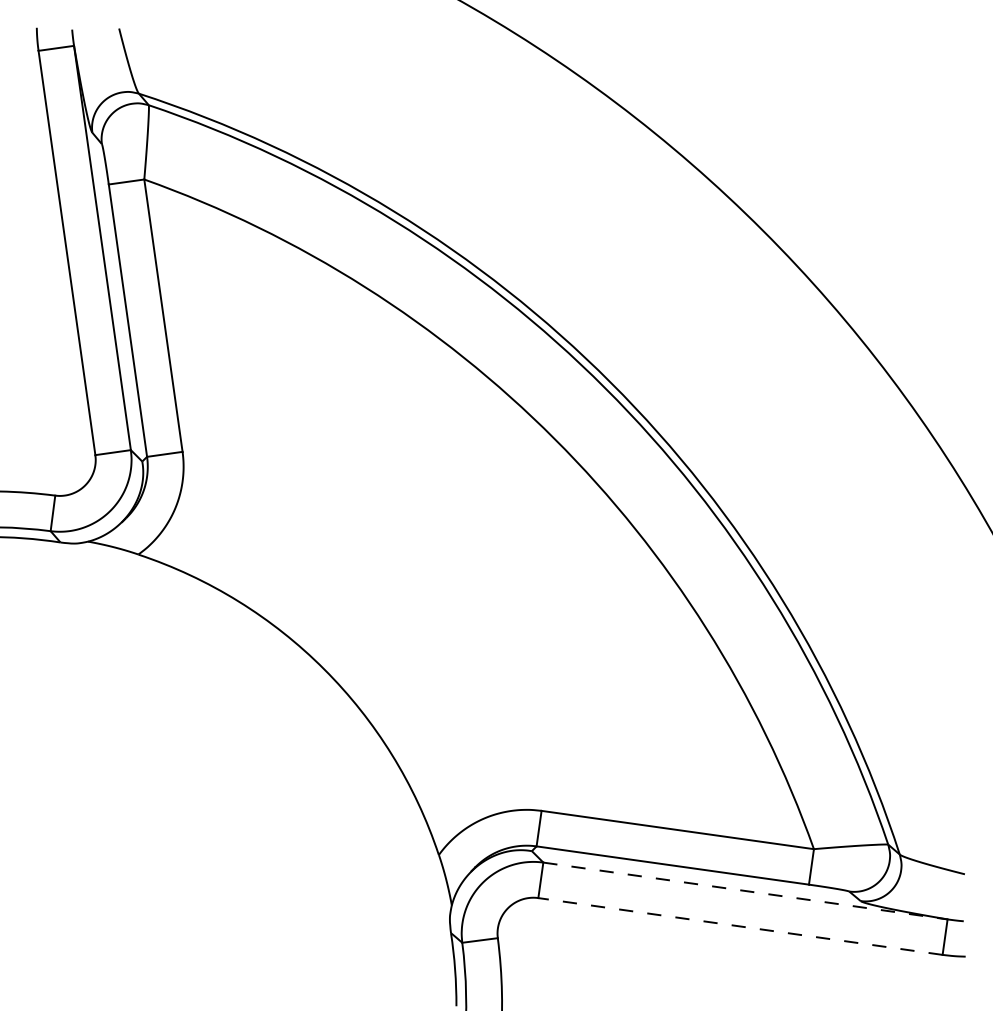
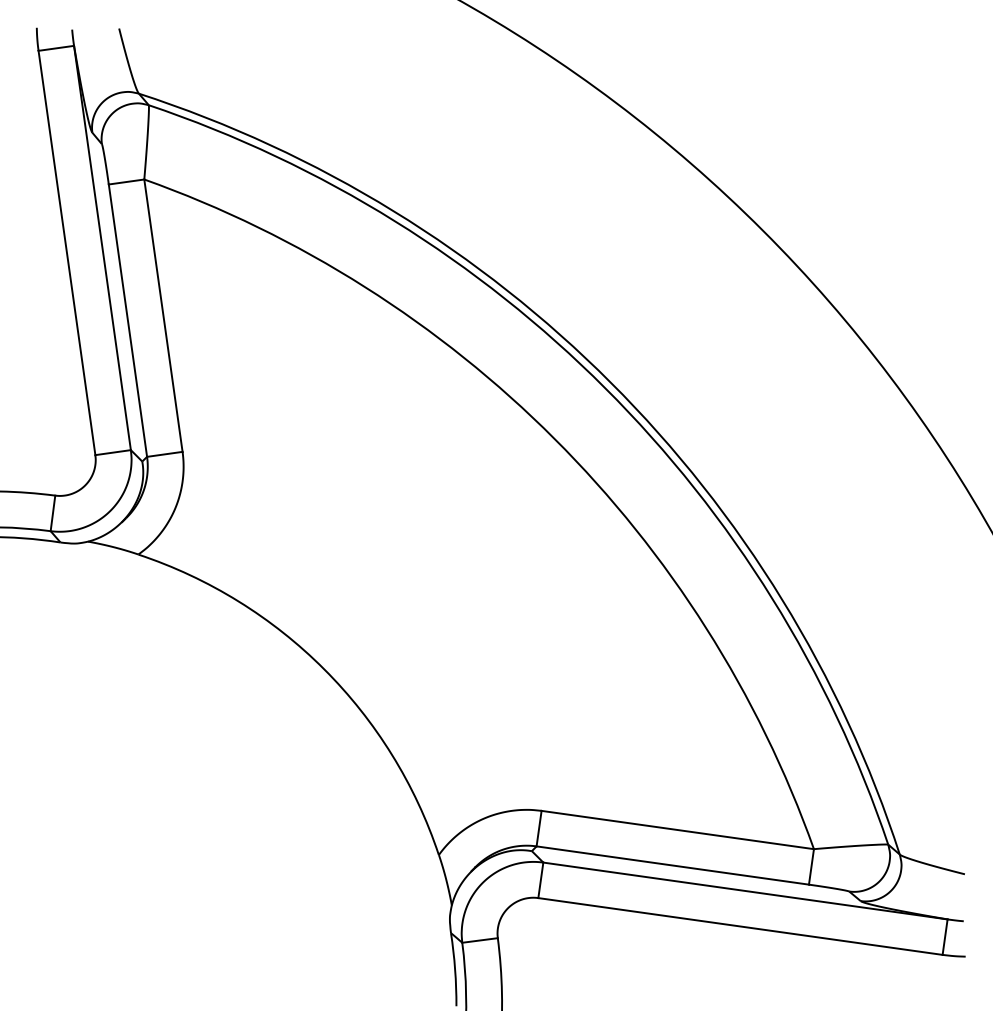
line at (745, 891): dashed -> solid
line at (739, 926): dashed -> solid
